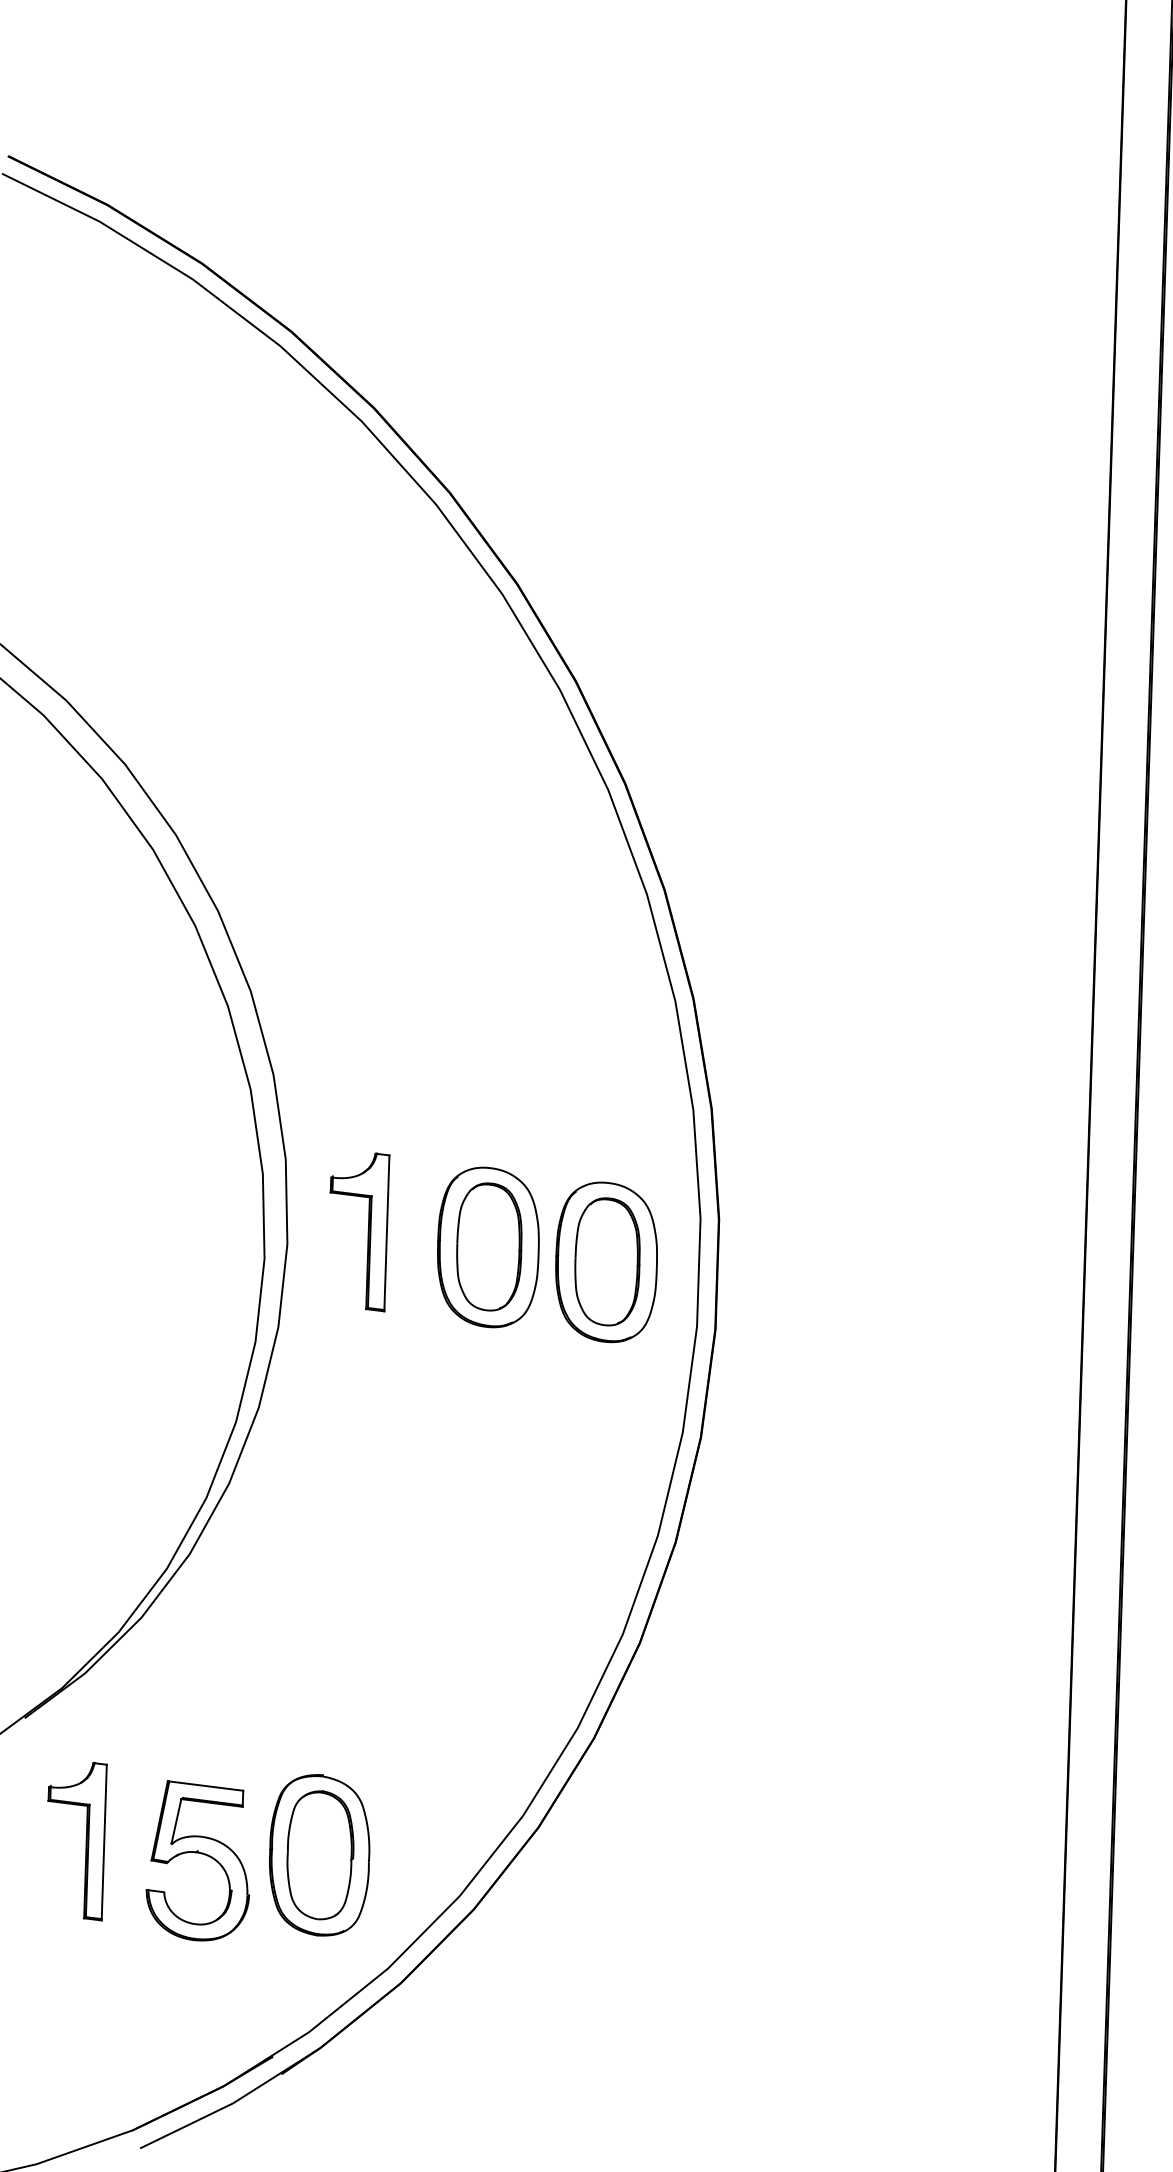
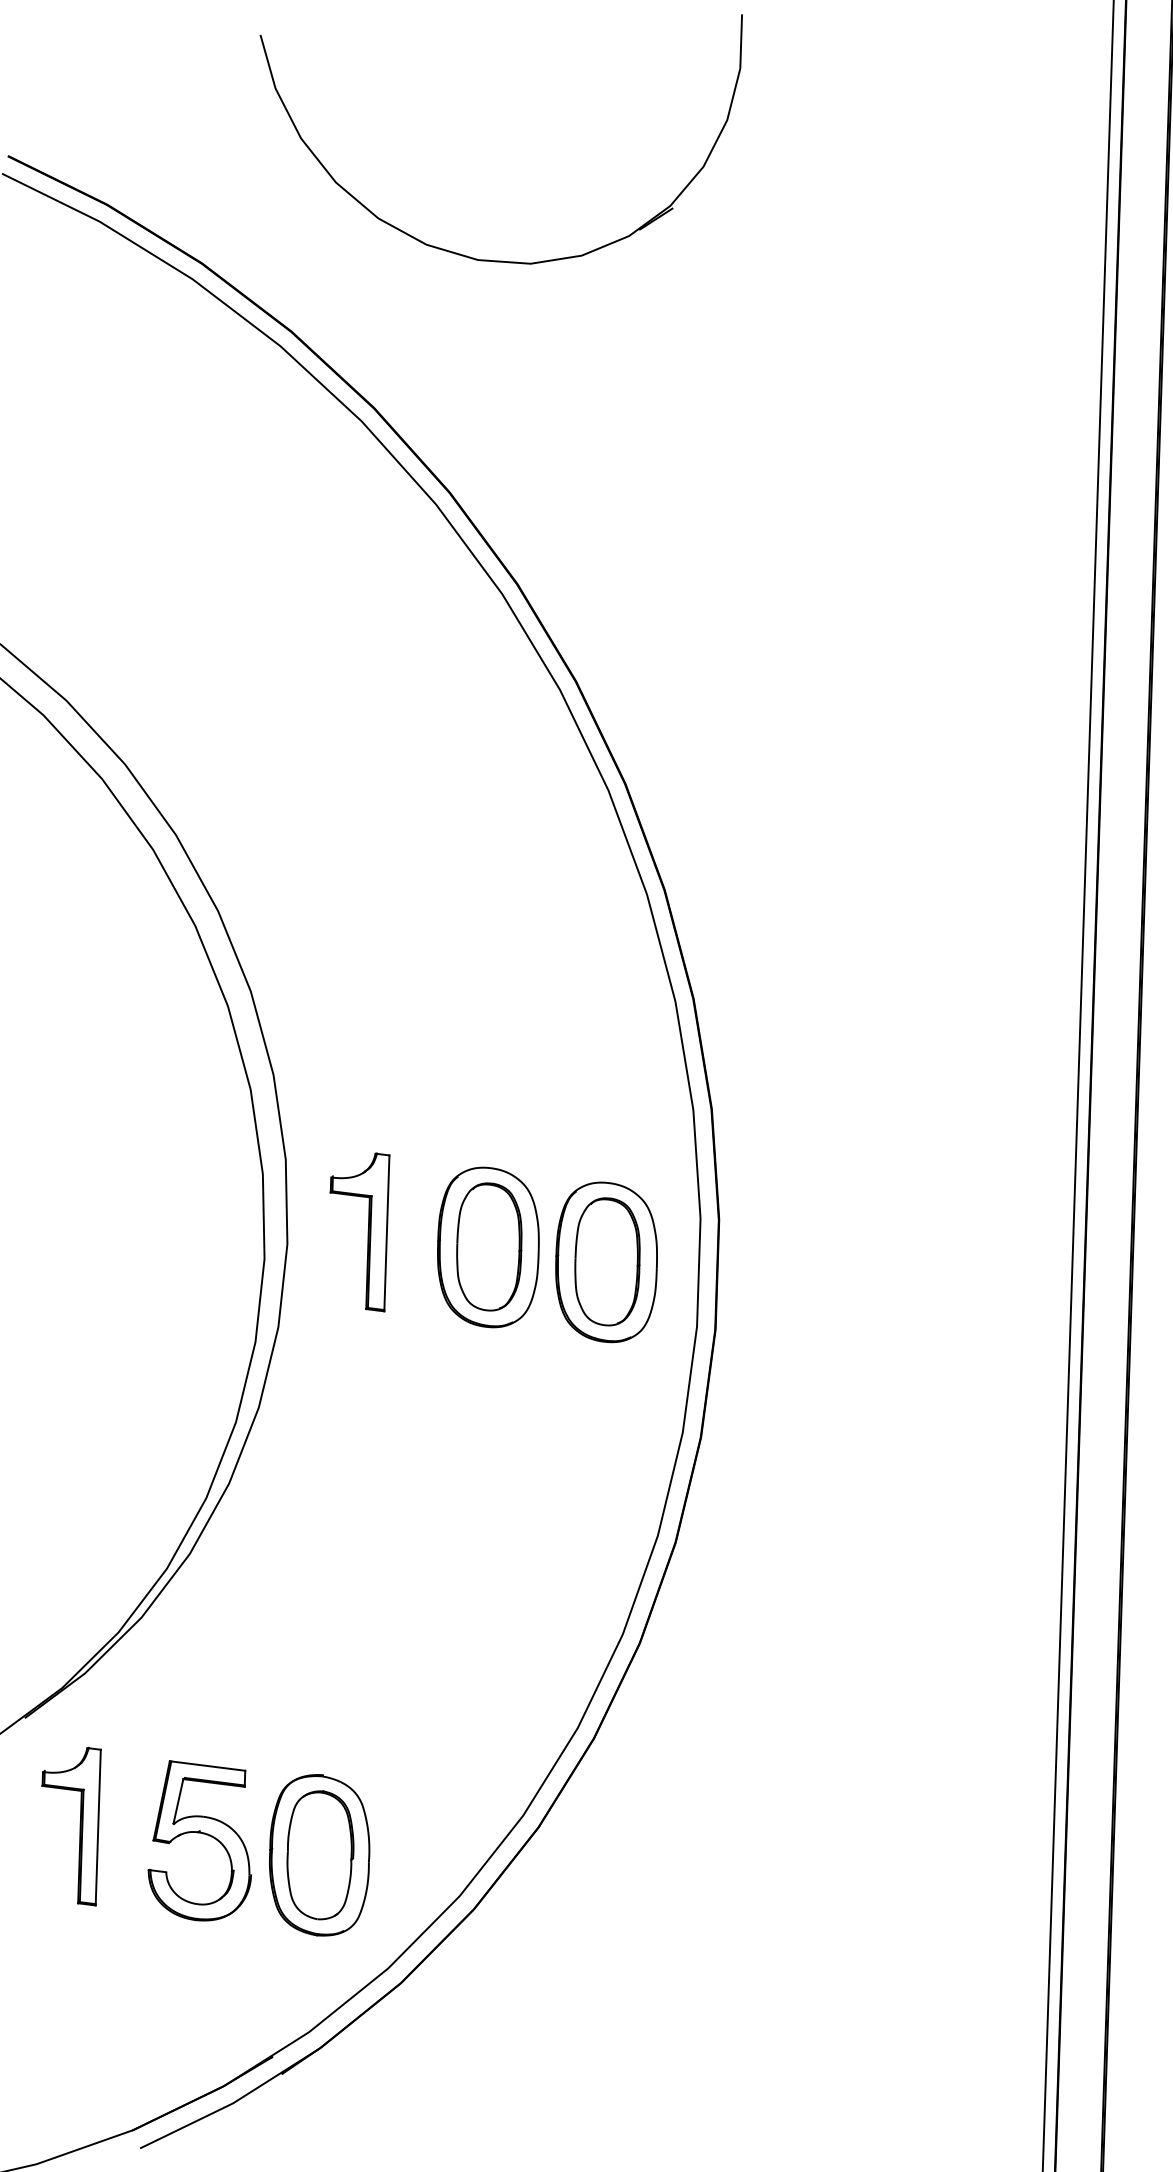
part at (488, 259): none -> present
line at (1077, 1085): none -> present
part at (85, 1841) position: (85, 1841) -> (79, 1826)
part at (197, 1853) position: (197, 1853) -> (199, 1833)
